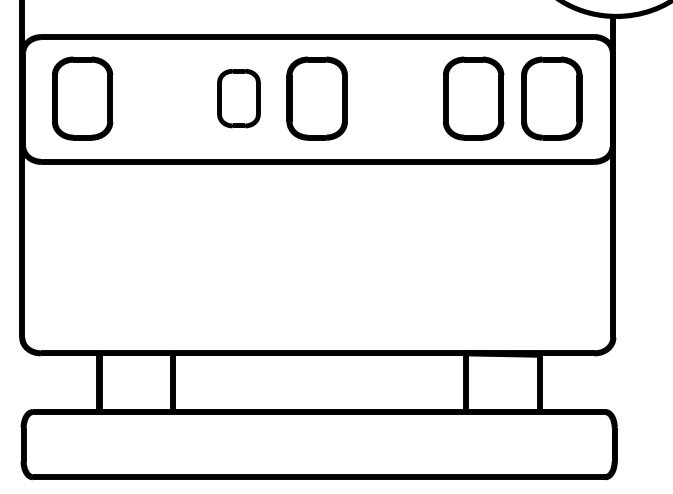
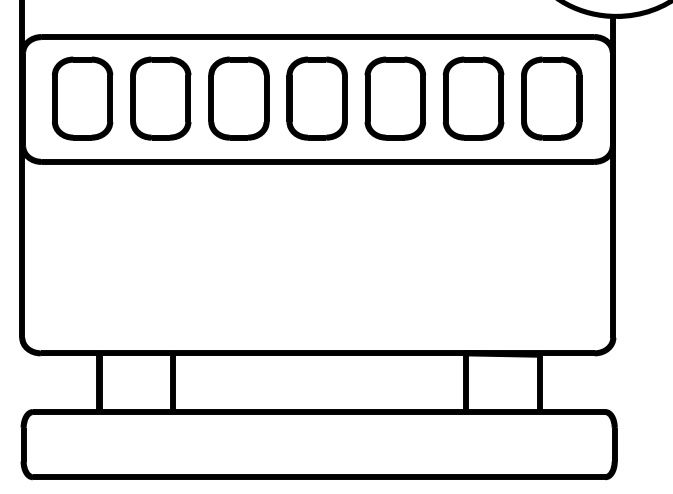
part at (160, 98): none -> present
part at (238, 98) size: 44x60 px -> 62x85 px
part at (394, 98): none -> present
